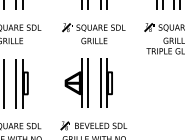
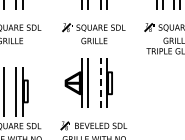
line at (3, 83) position: (3, 83) -> (3, 91)
part at (21, 83) position: (21, 83) -> (21, 91)
line at (100, 83): solid -> dashed
